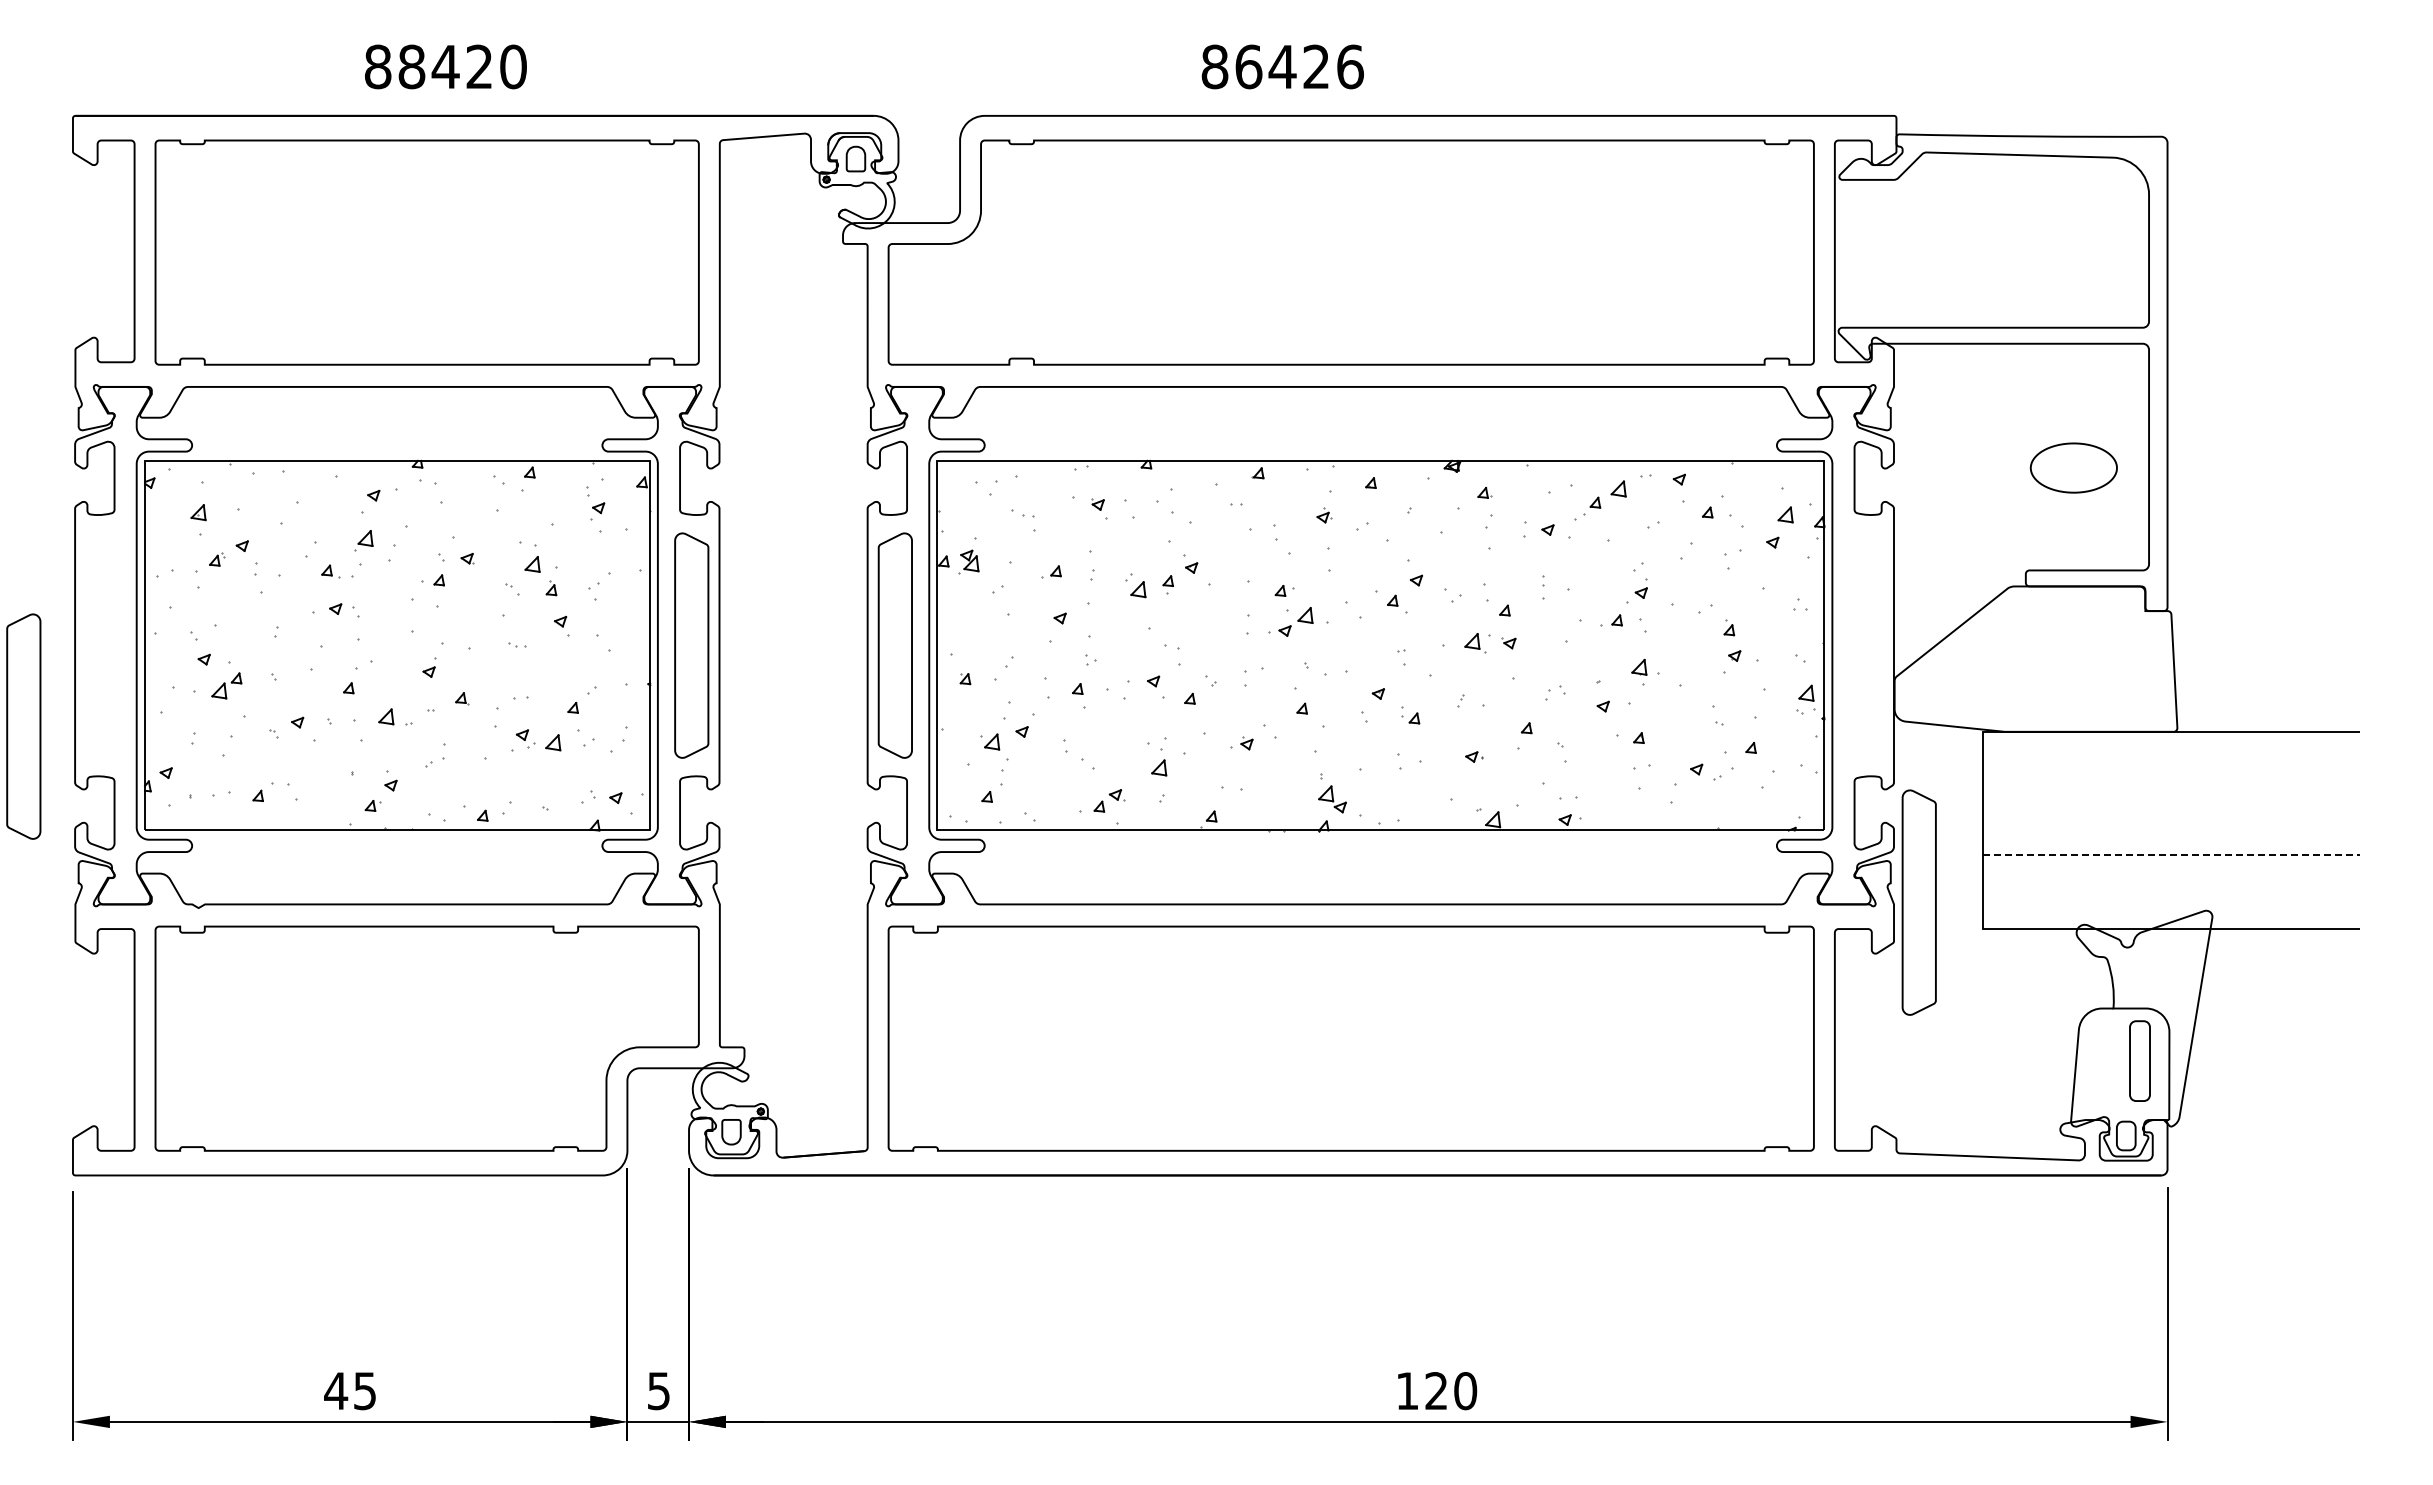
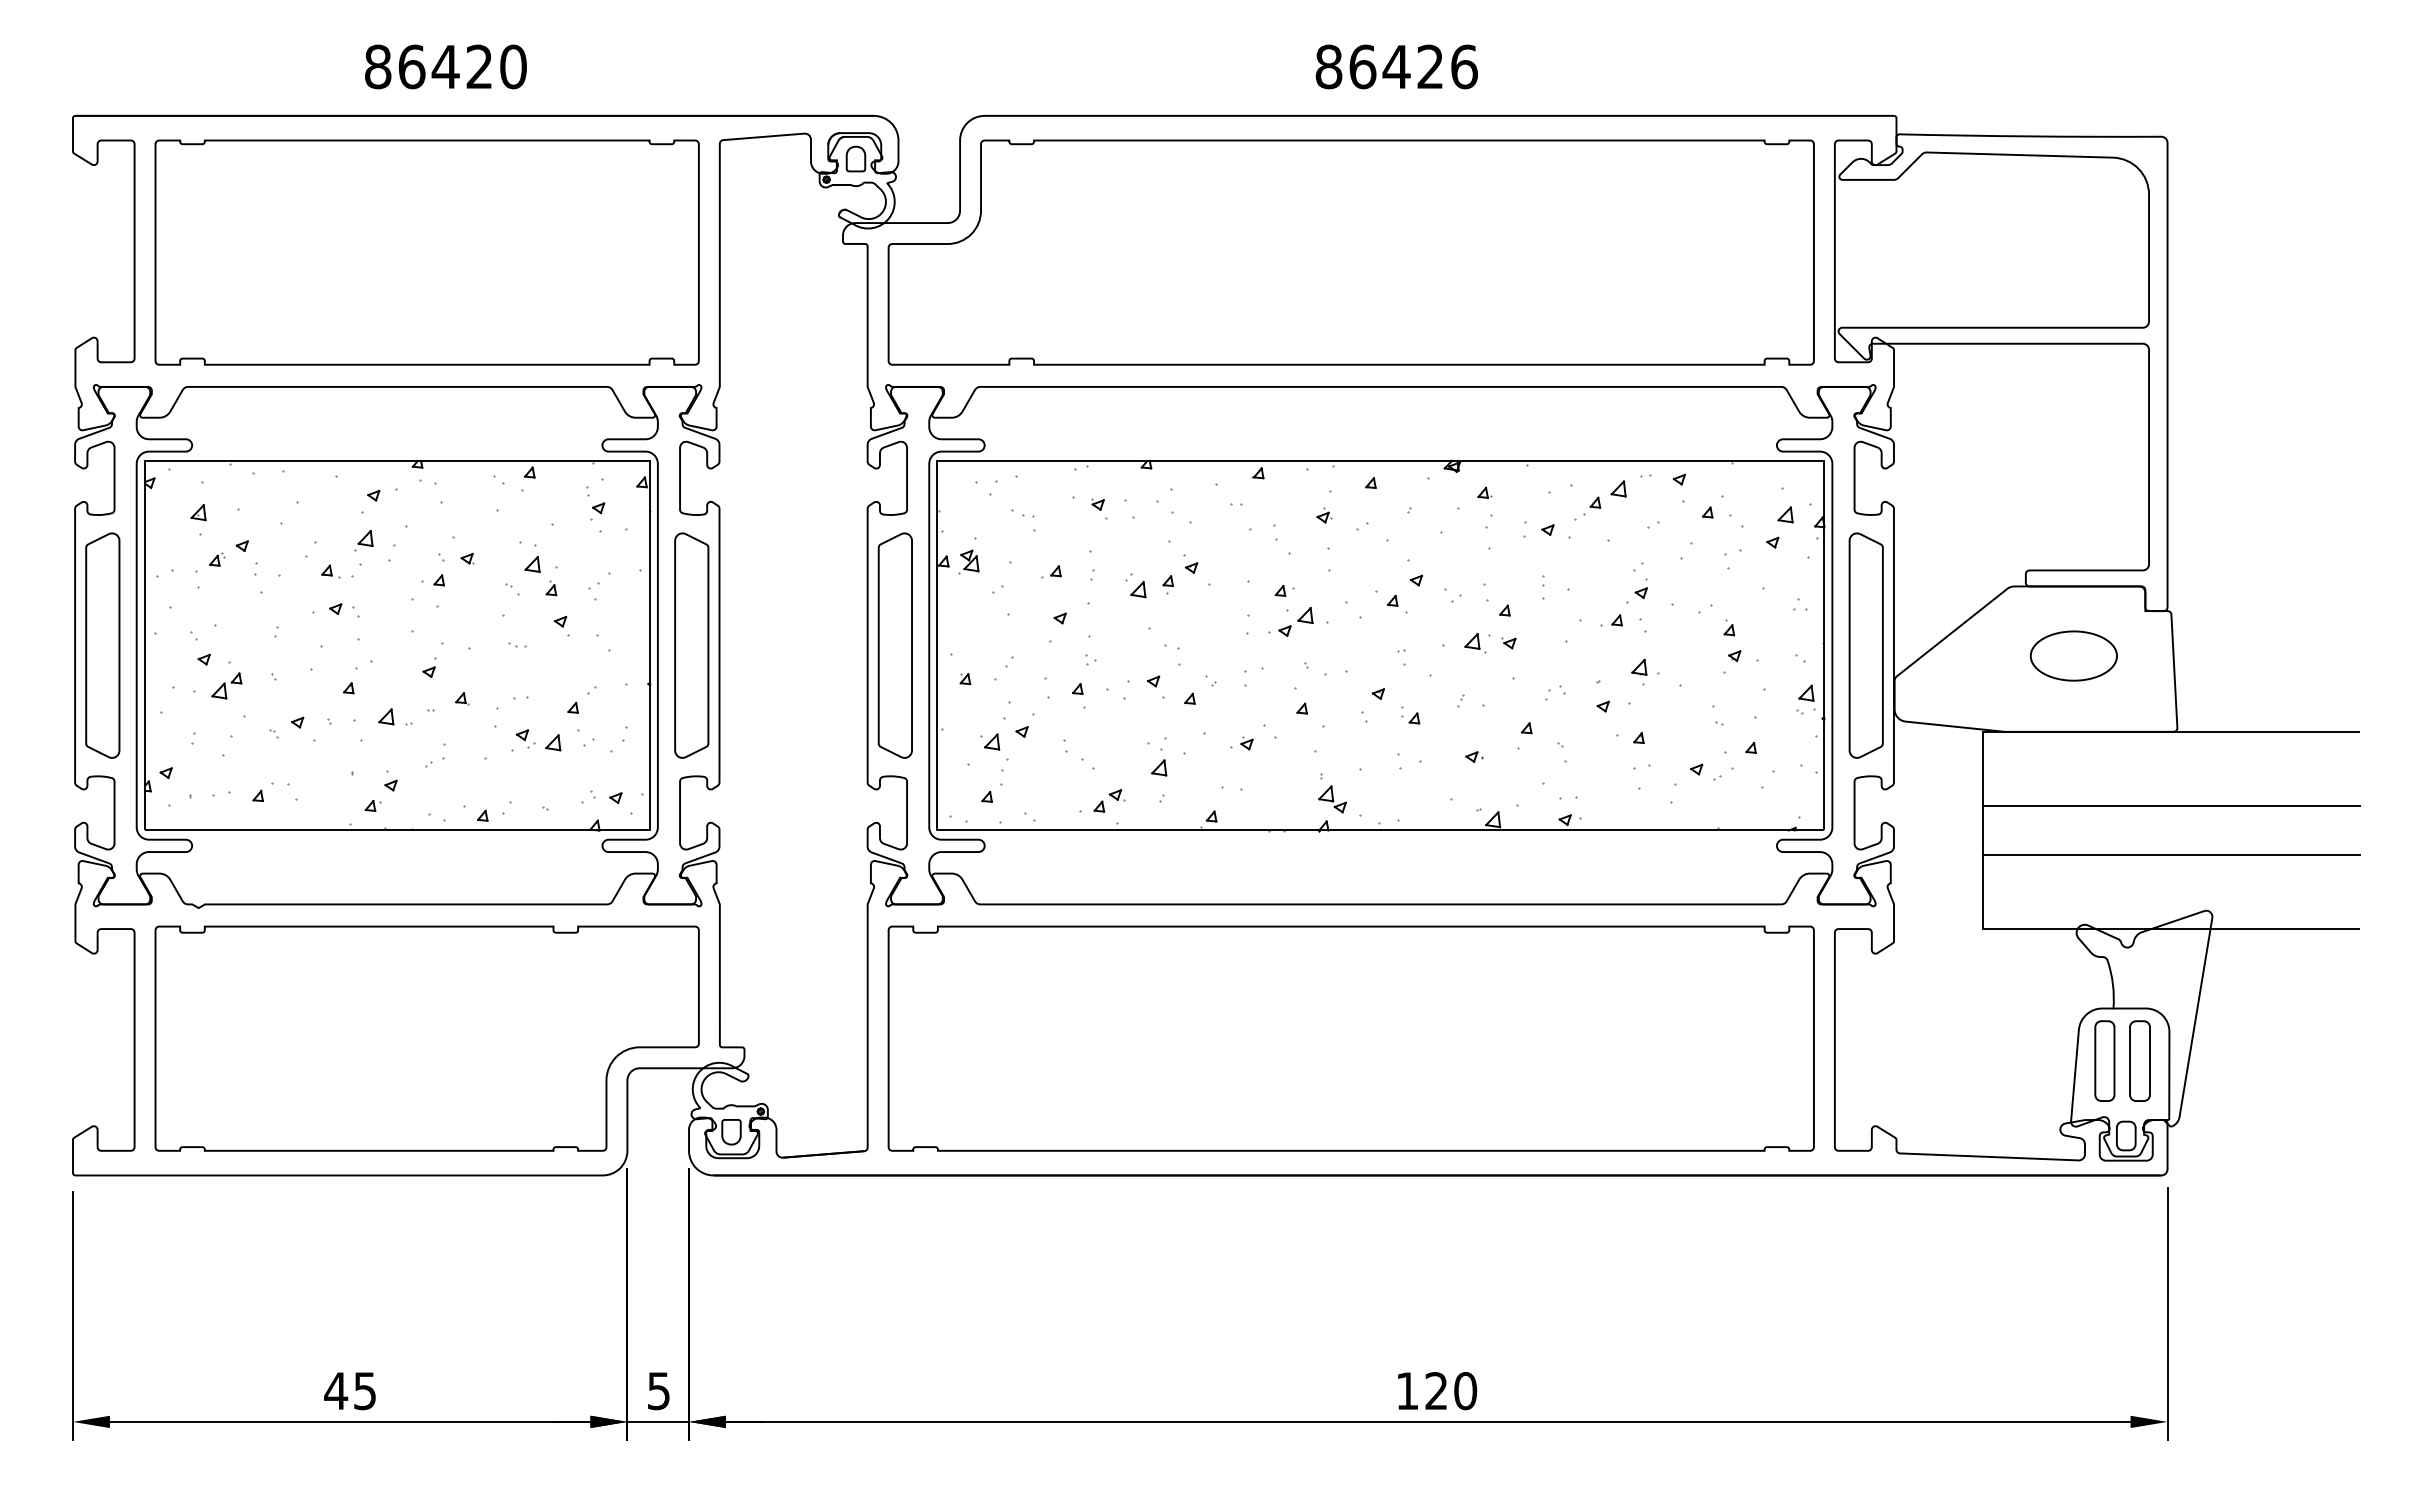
text at (411, 66): 88420 -> 86420
text at (1282, 66) position: (1282, 66) -> (1396, 66)
part at (2073, 467) position: (2073, 467) -> (2073, 655)
part at (23, 726) position: (23, 726) -> (102, 645)
line at (2171, 805): none -> present
line at (2171, 855): dashed -> solid
part at (1918, 902) position: (1918, 902) -> (1865, 645)
part at (2104, 1060): none -> present
